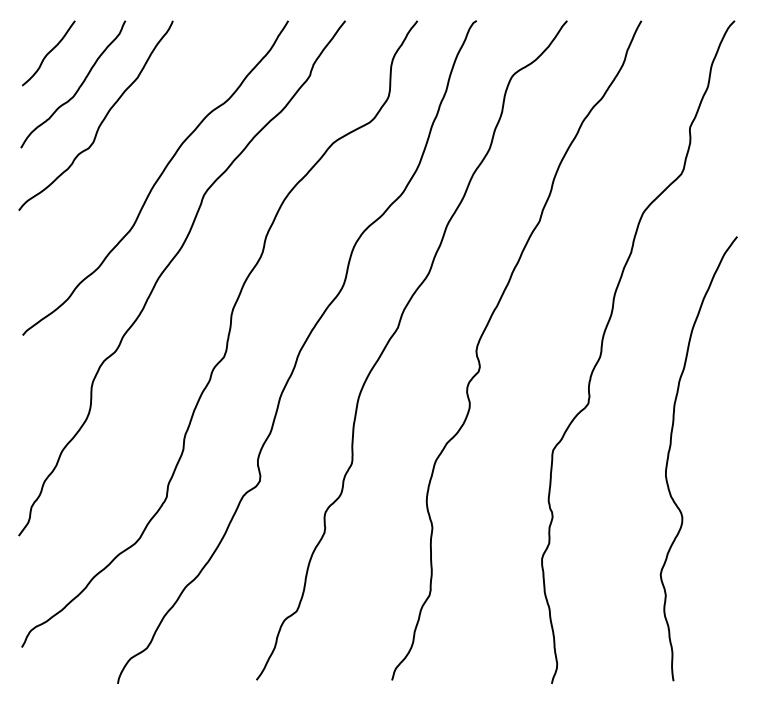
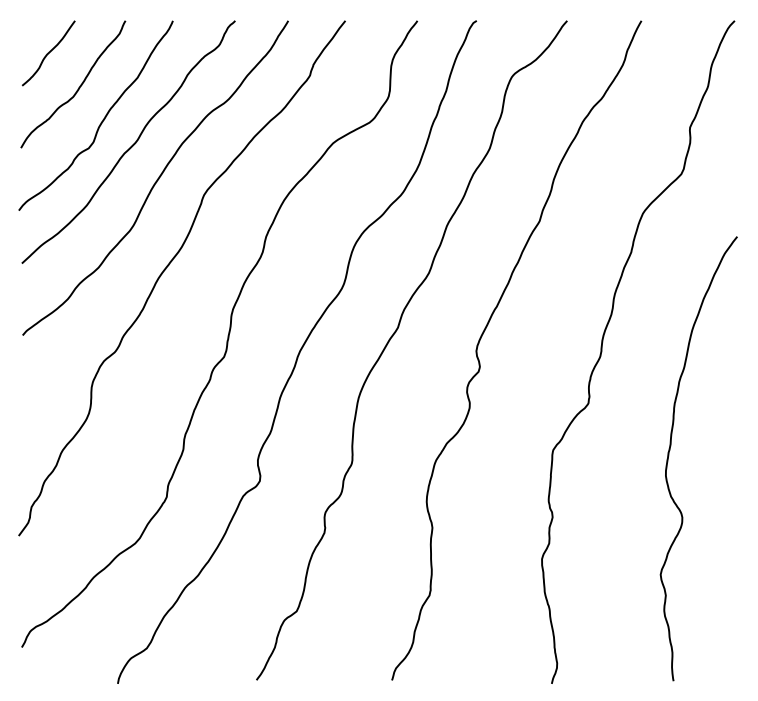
curve at (132, 144): none -> present
